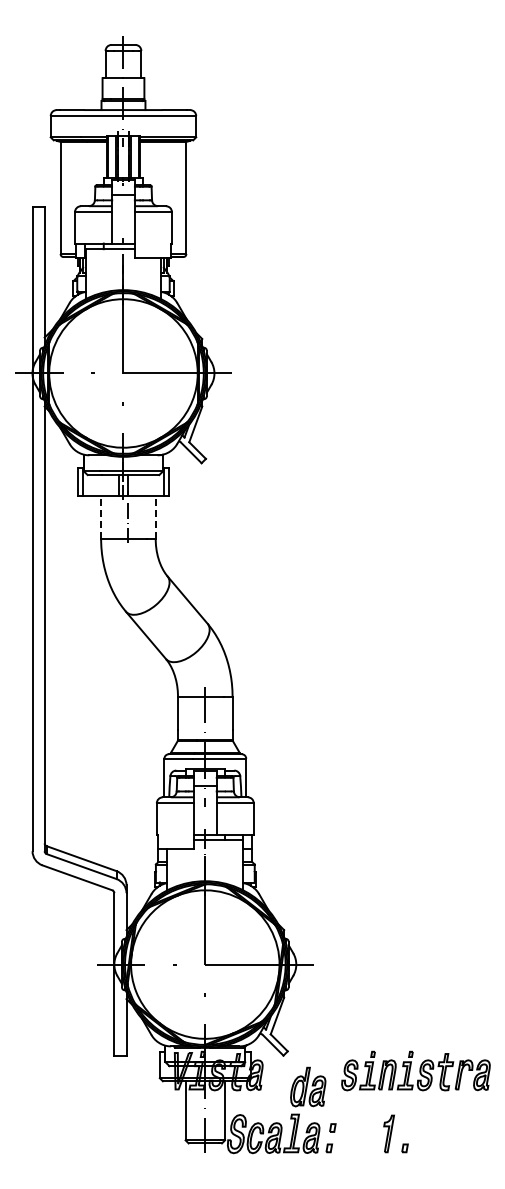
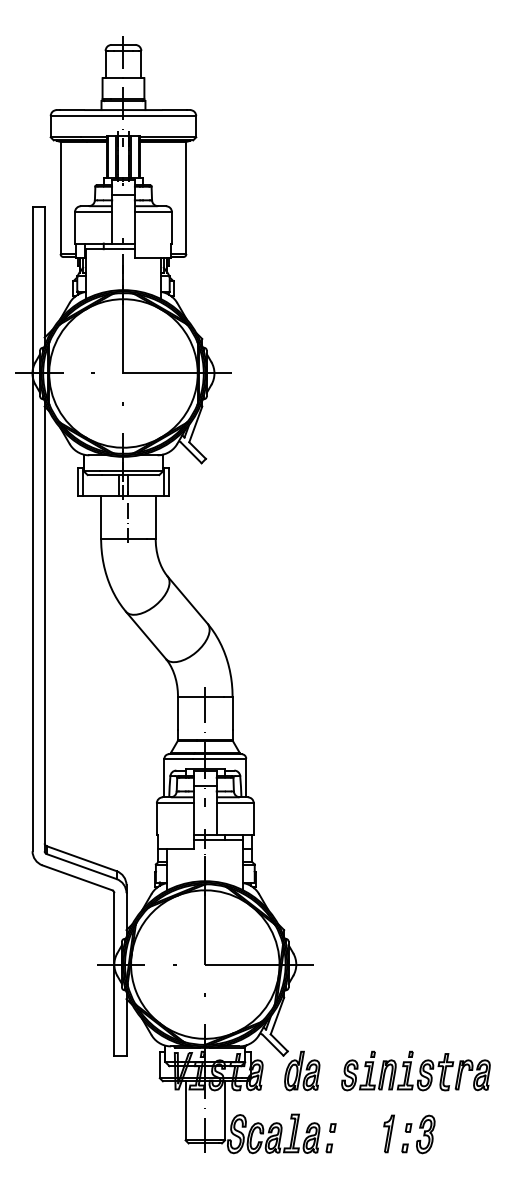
line at (101, 517): dashed -> solid
line at (155, 517): dashed -> solid
part at (308, 1086) position: (308, 1086) -> (302, 1070)
part at (419, 1134): none -> present
